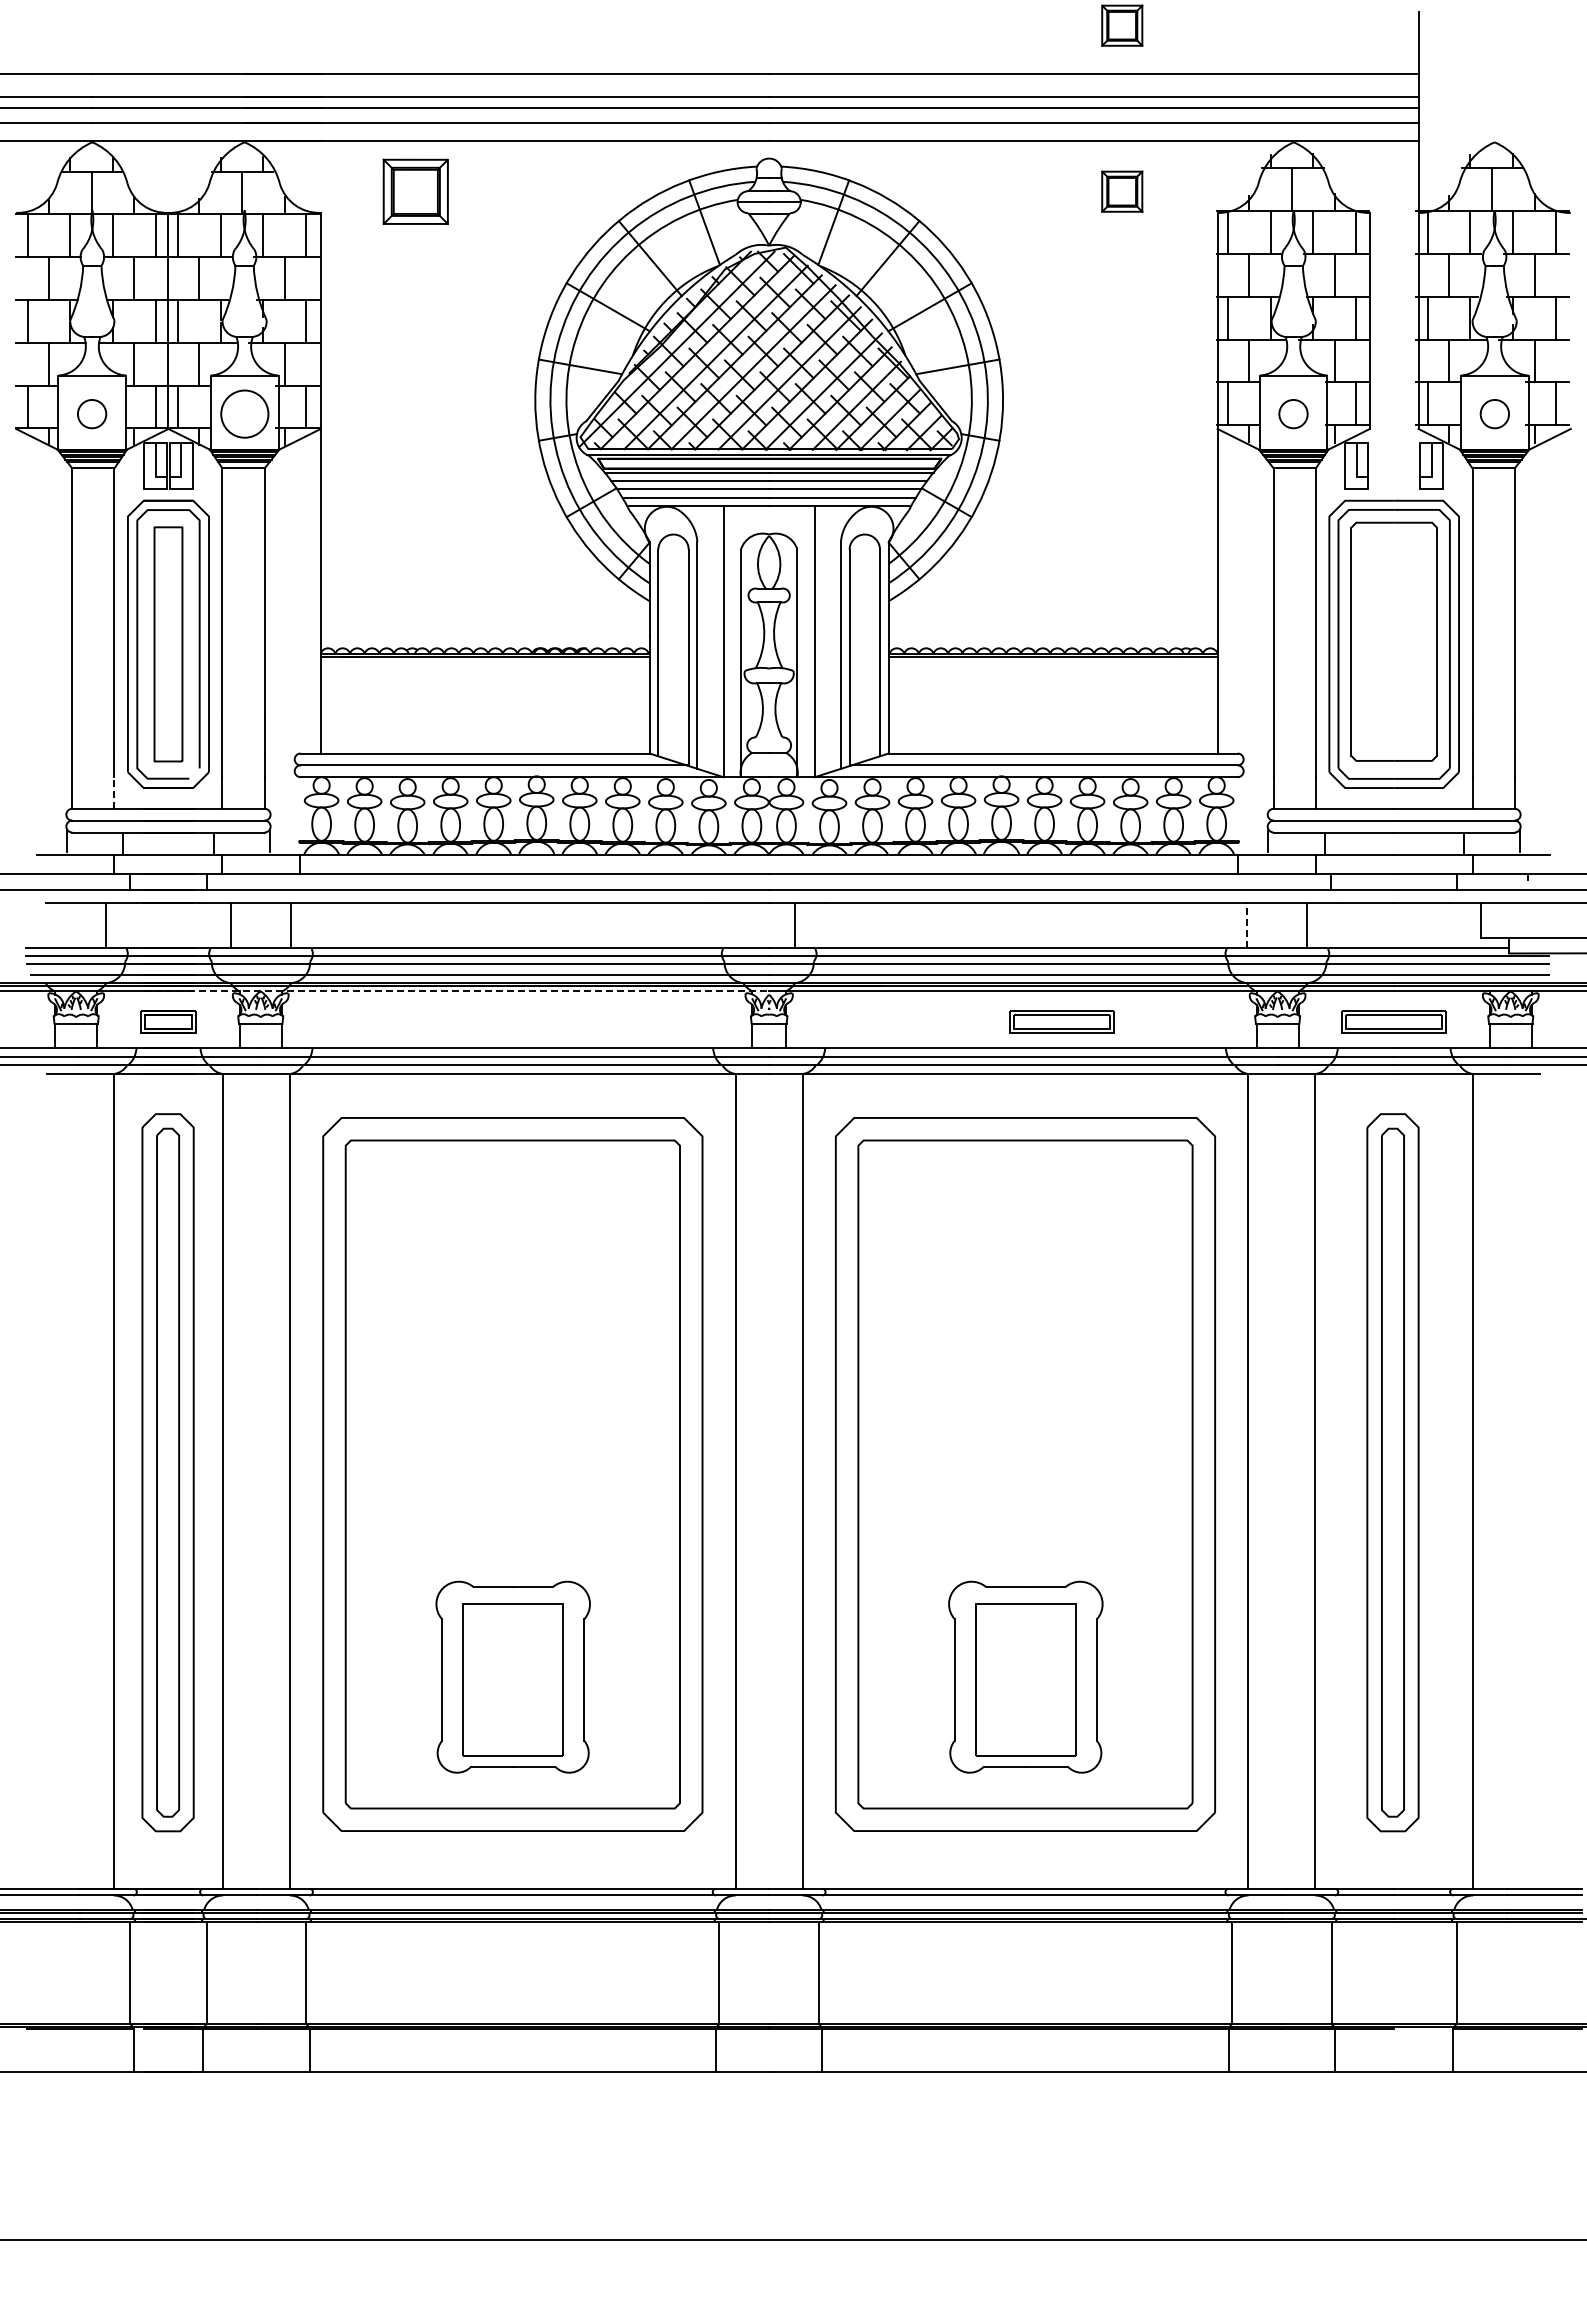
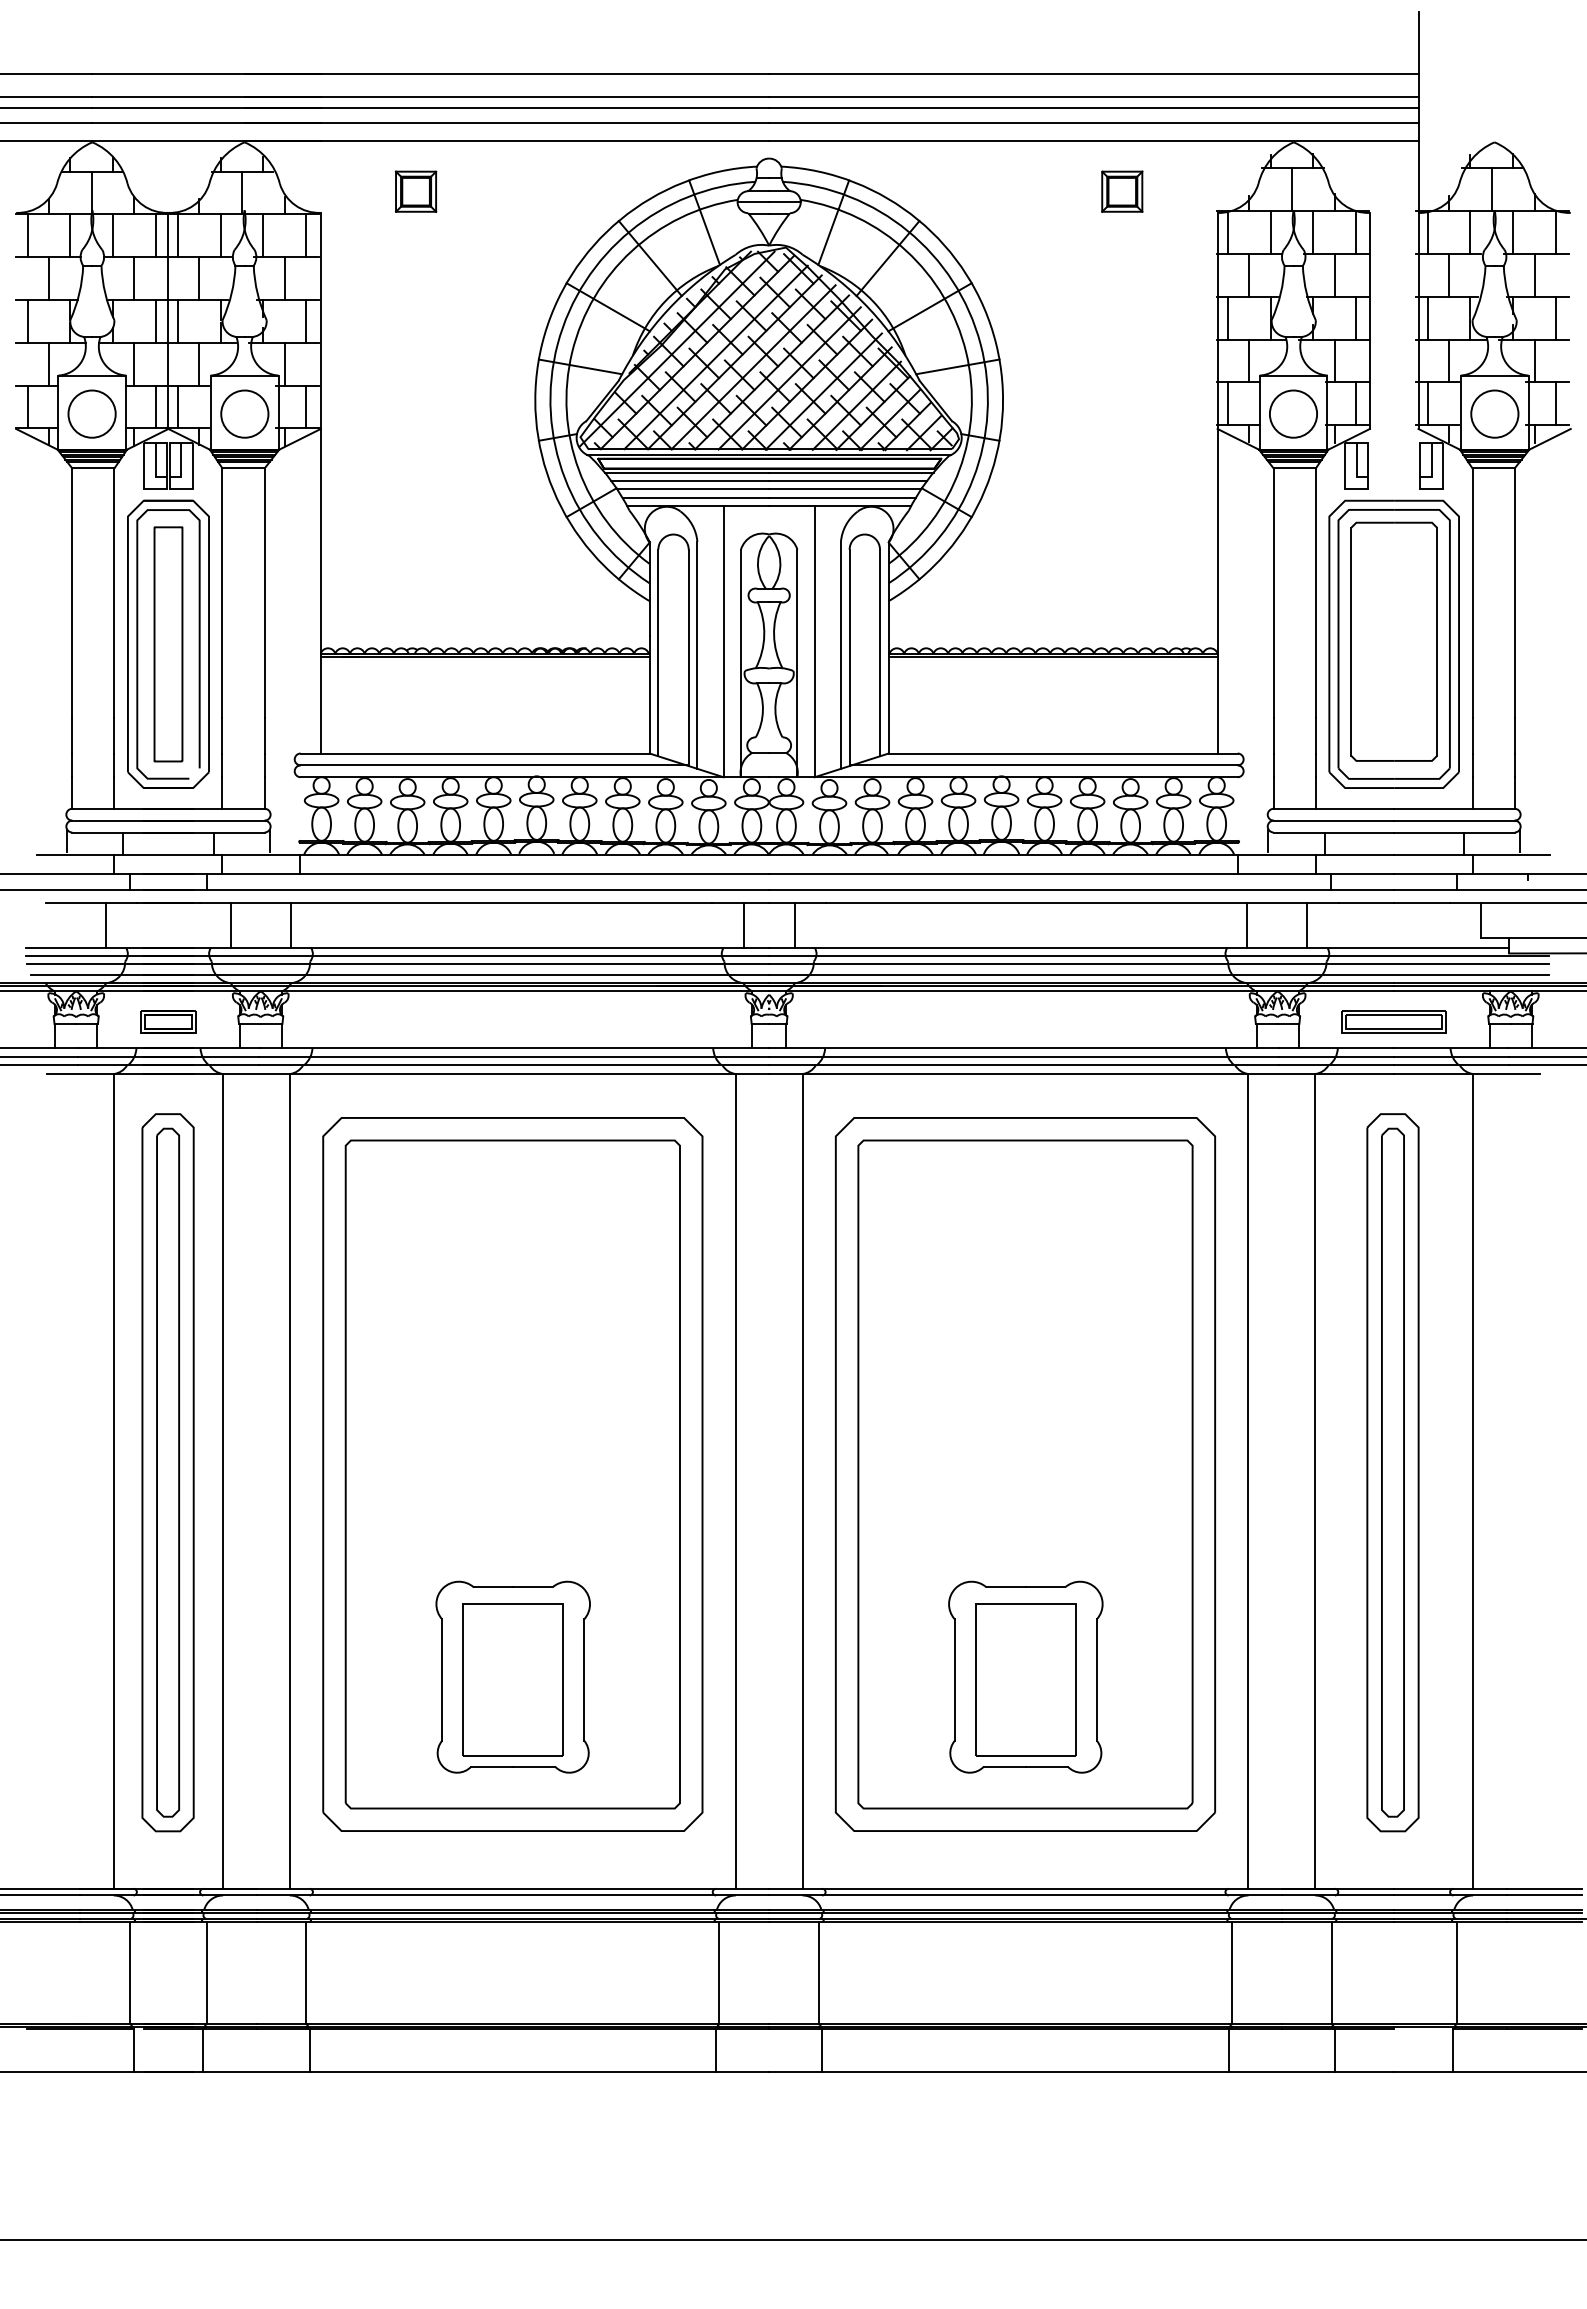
part at (1122, 25): present -> none
part at (415, 191) size: 67x67 px -> 43x43 px
circle at (91, 413) diameter: 28 px -> 47 px
circle at (1293, 413) diameter: 28 px -> 47 px
circle at (1494, 413) diameter: 28 px -> 47 px
line at (114, 793): dashed -> solid
line at (743, 925): none -> present
line at (1247, 925): dashed -> solid
line at (456, 991): dashed -> solid
part at (1061, 1021): present -> none
